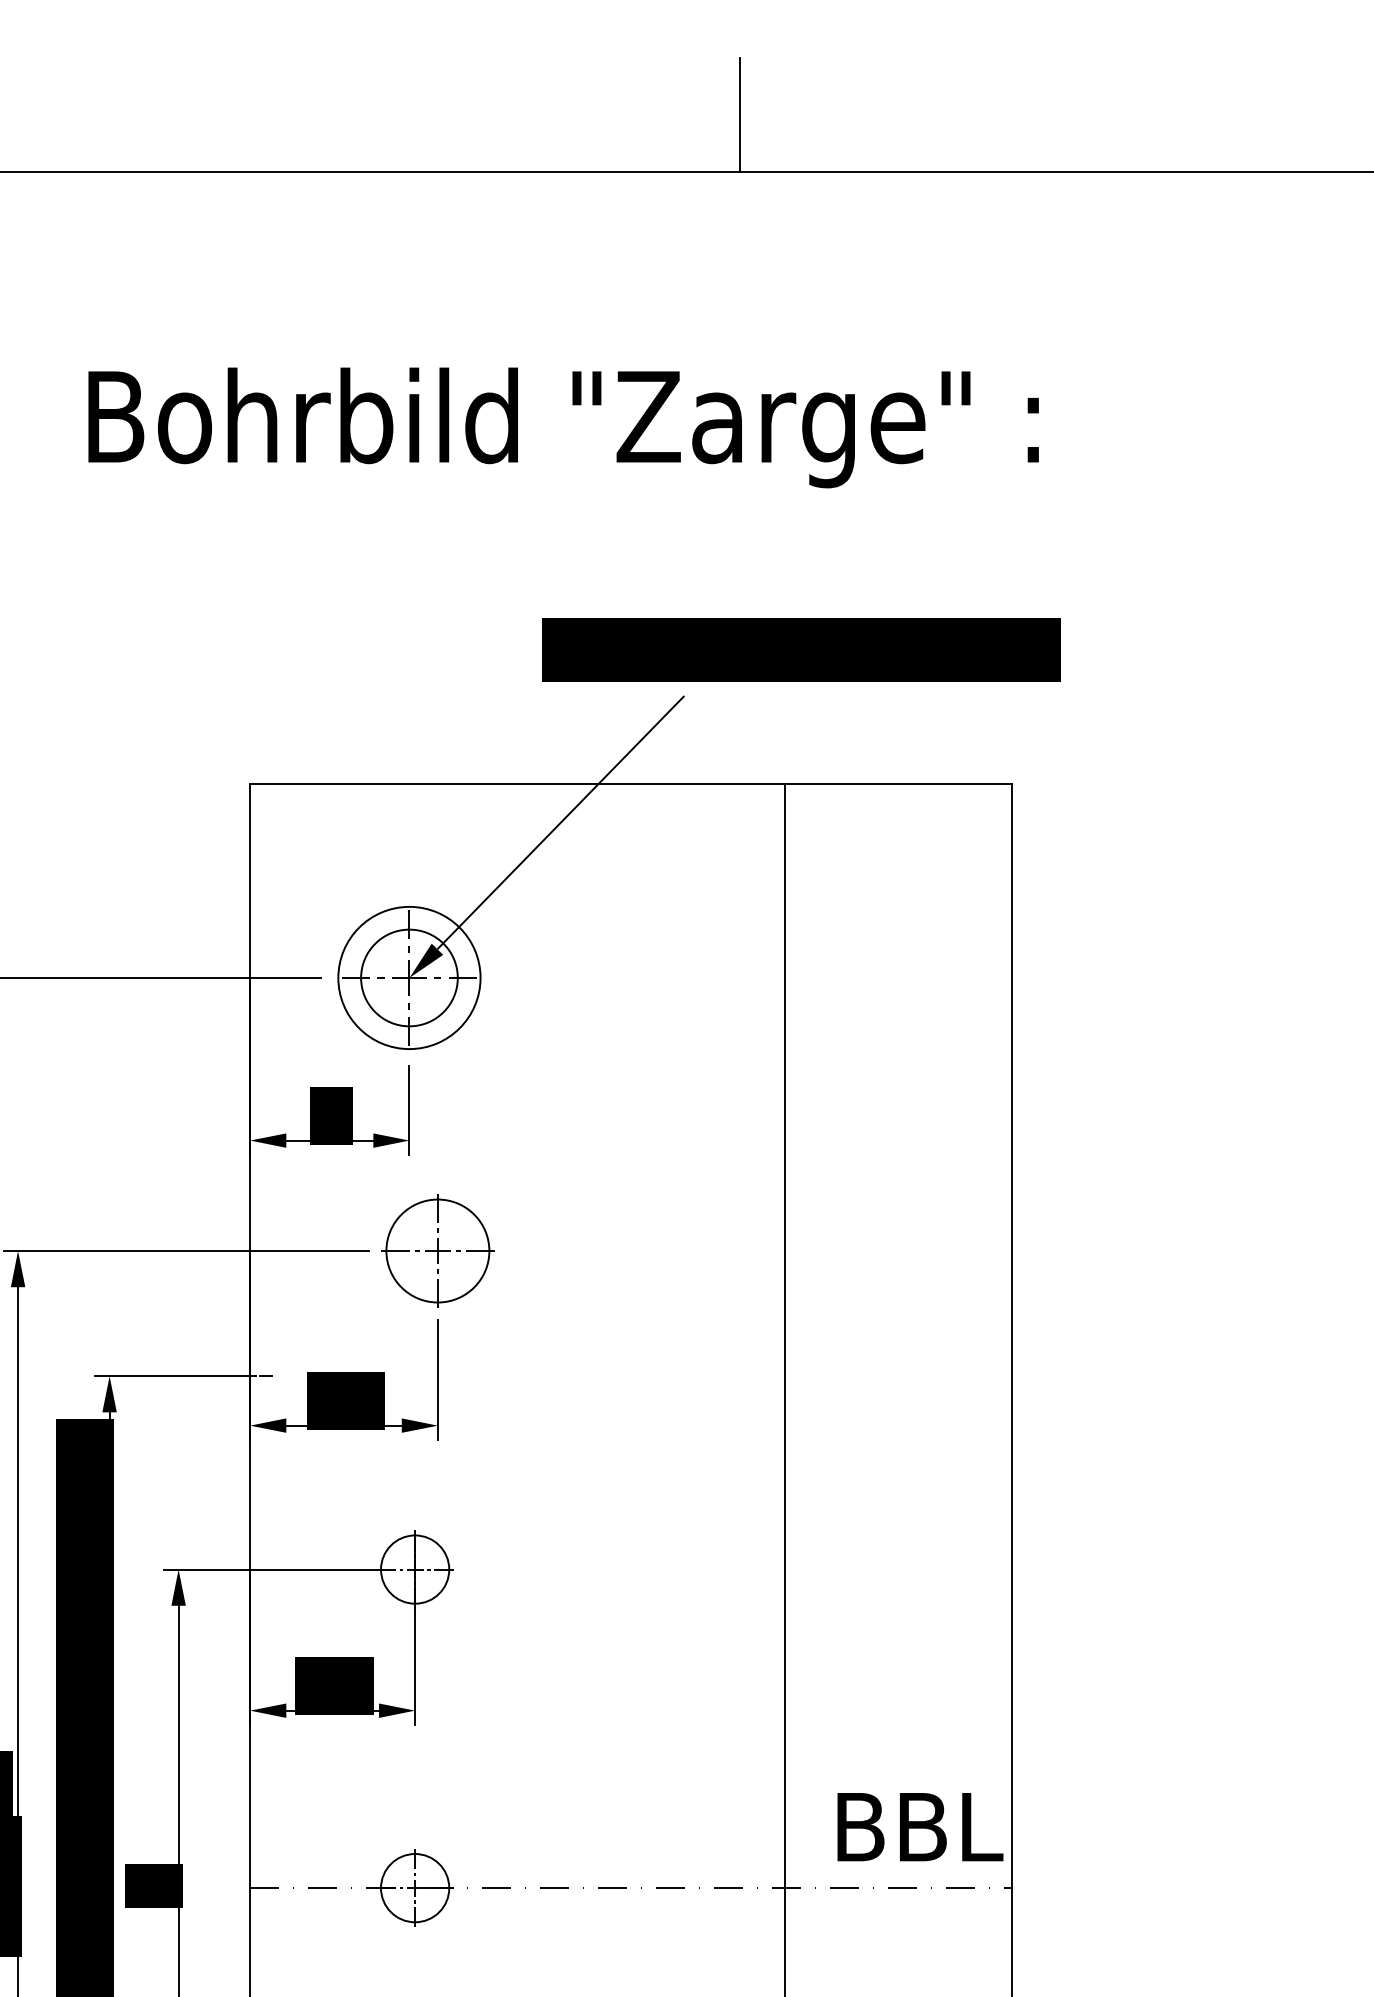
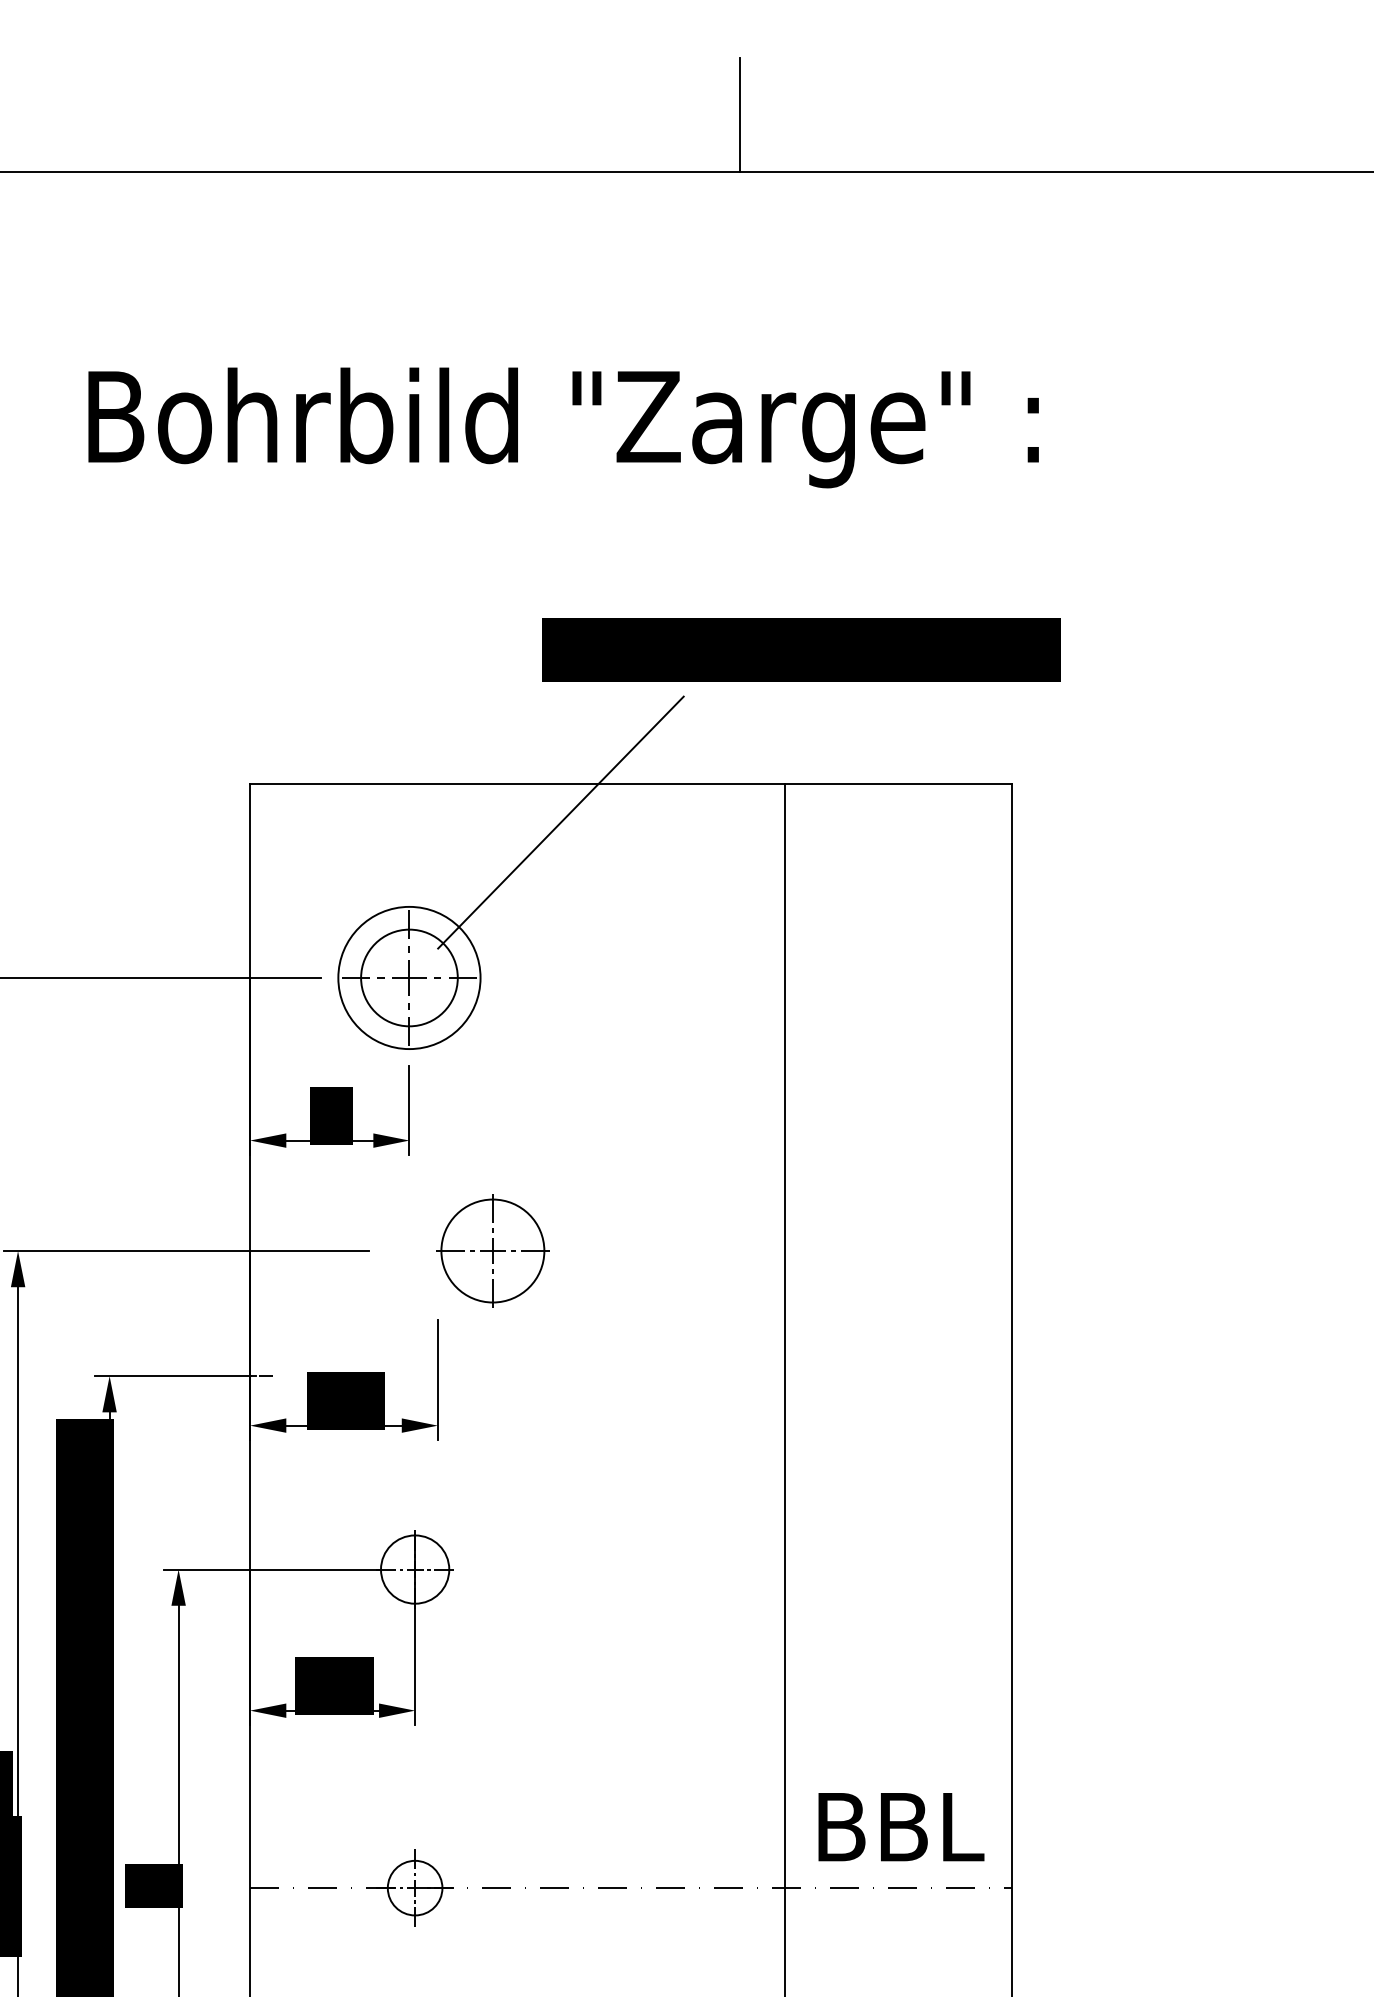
fill at (426, 960): present -> none
part at (437, 1250) position: (437, 1250) -> (492, 1250)
text at (920, 1827) position: (920, 1827) -> (901, 1827)
circle at (415, 1888) diameter: 68 px -> 55 px
